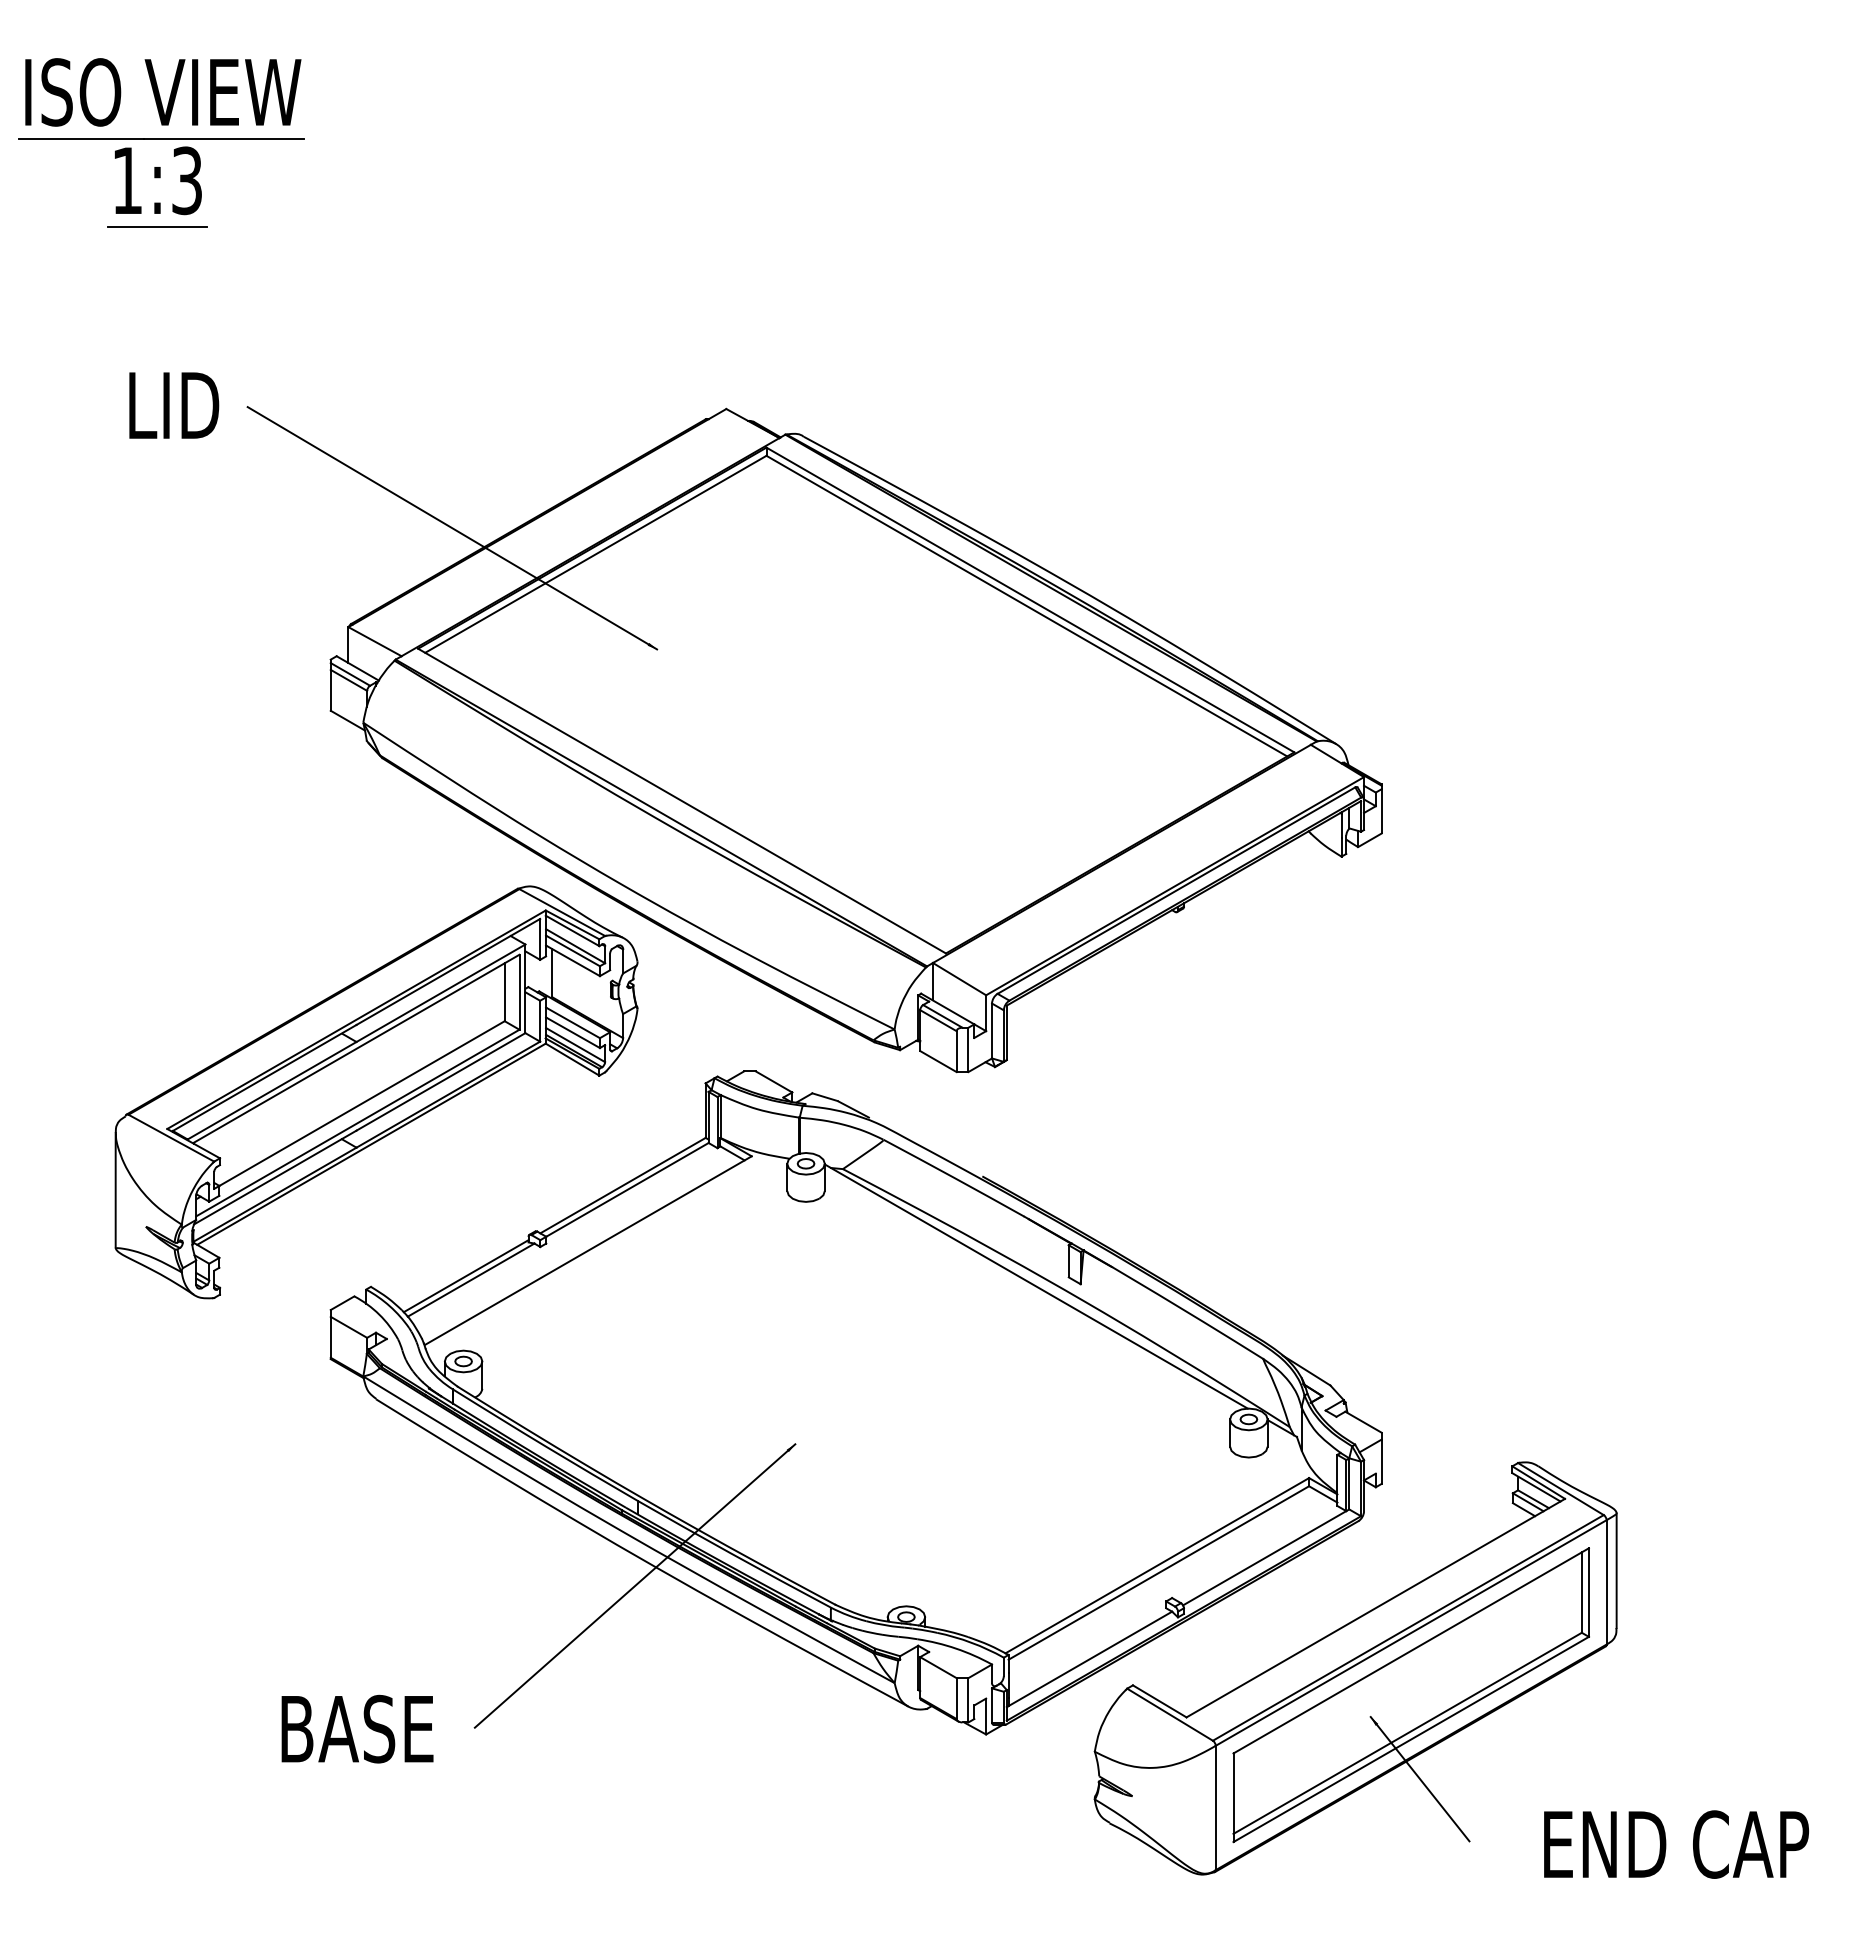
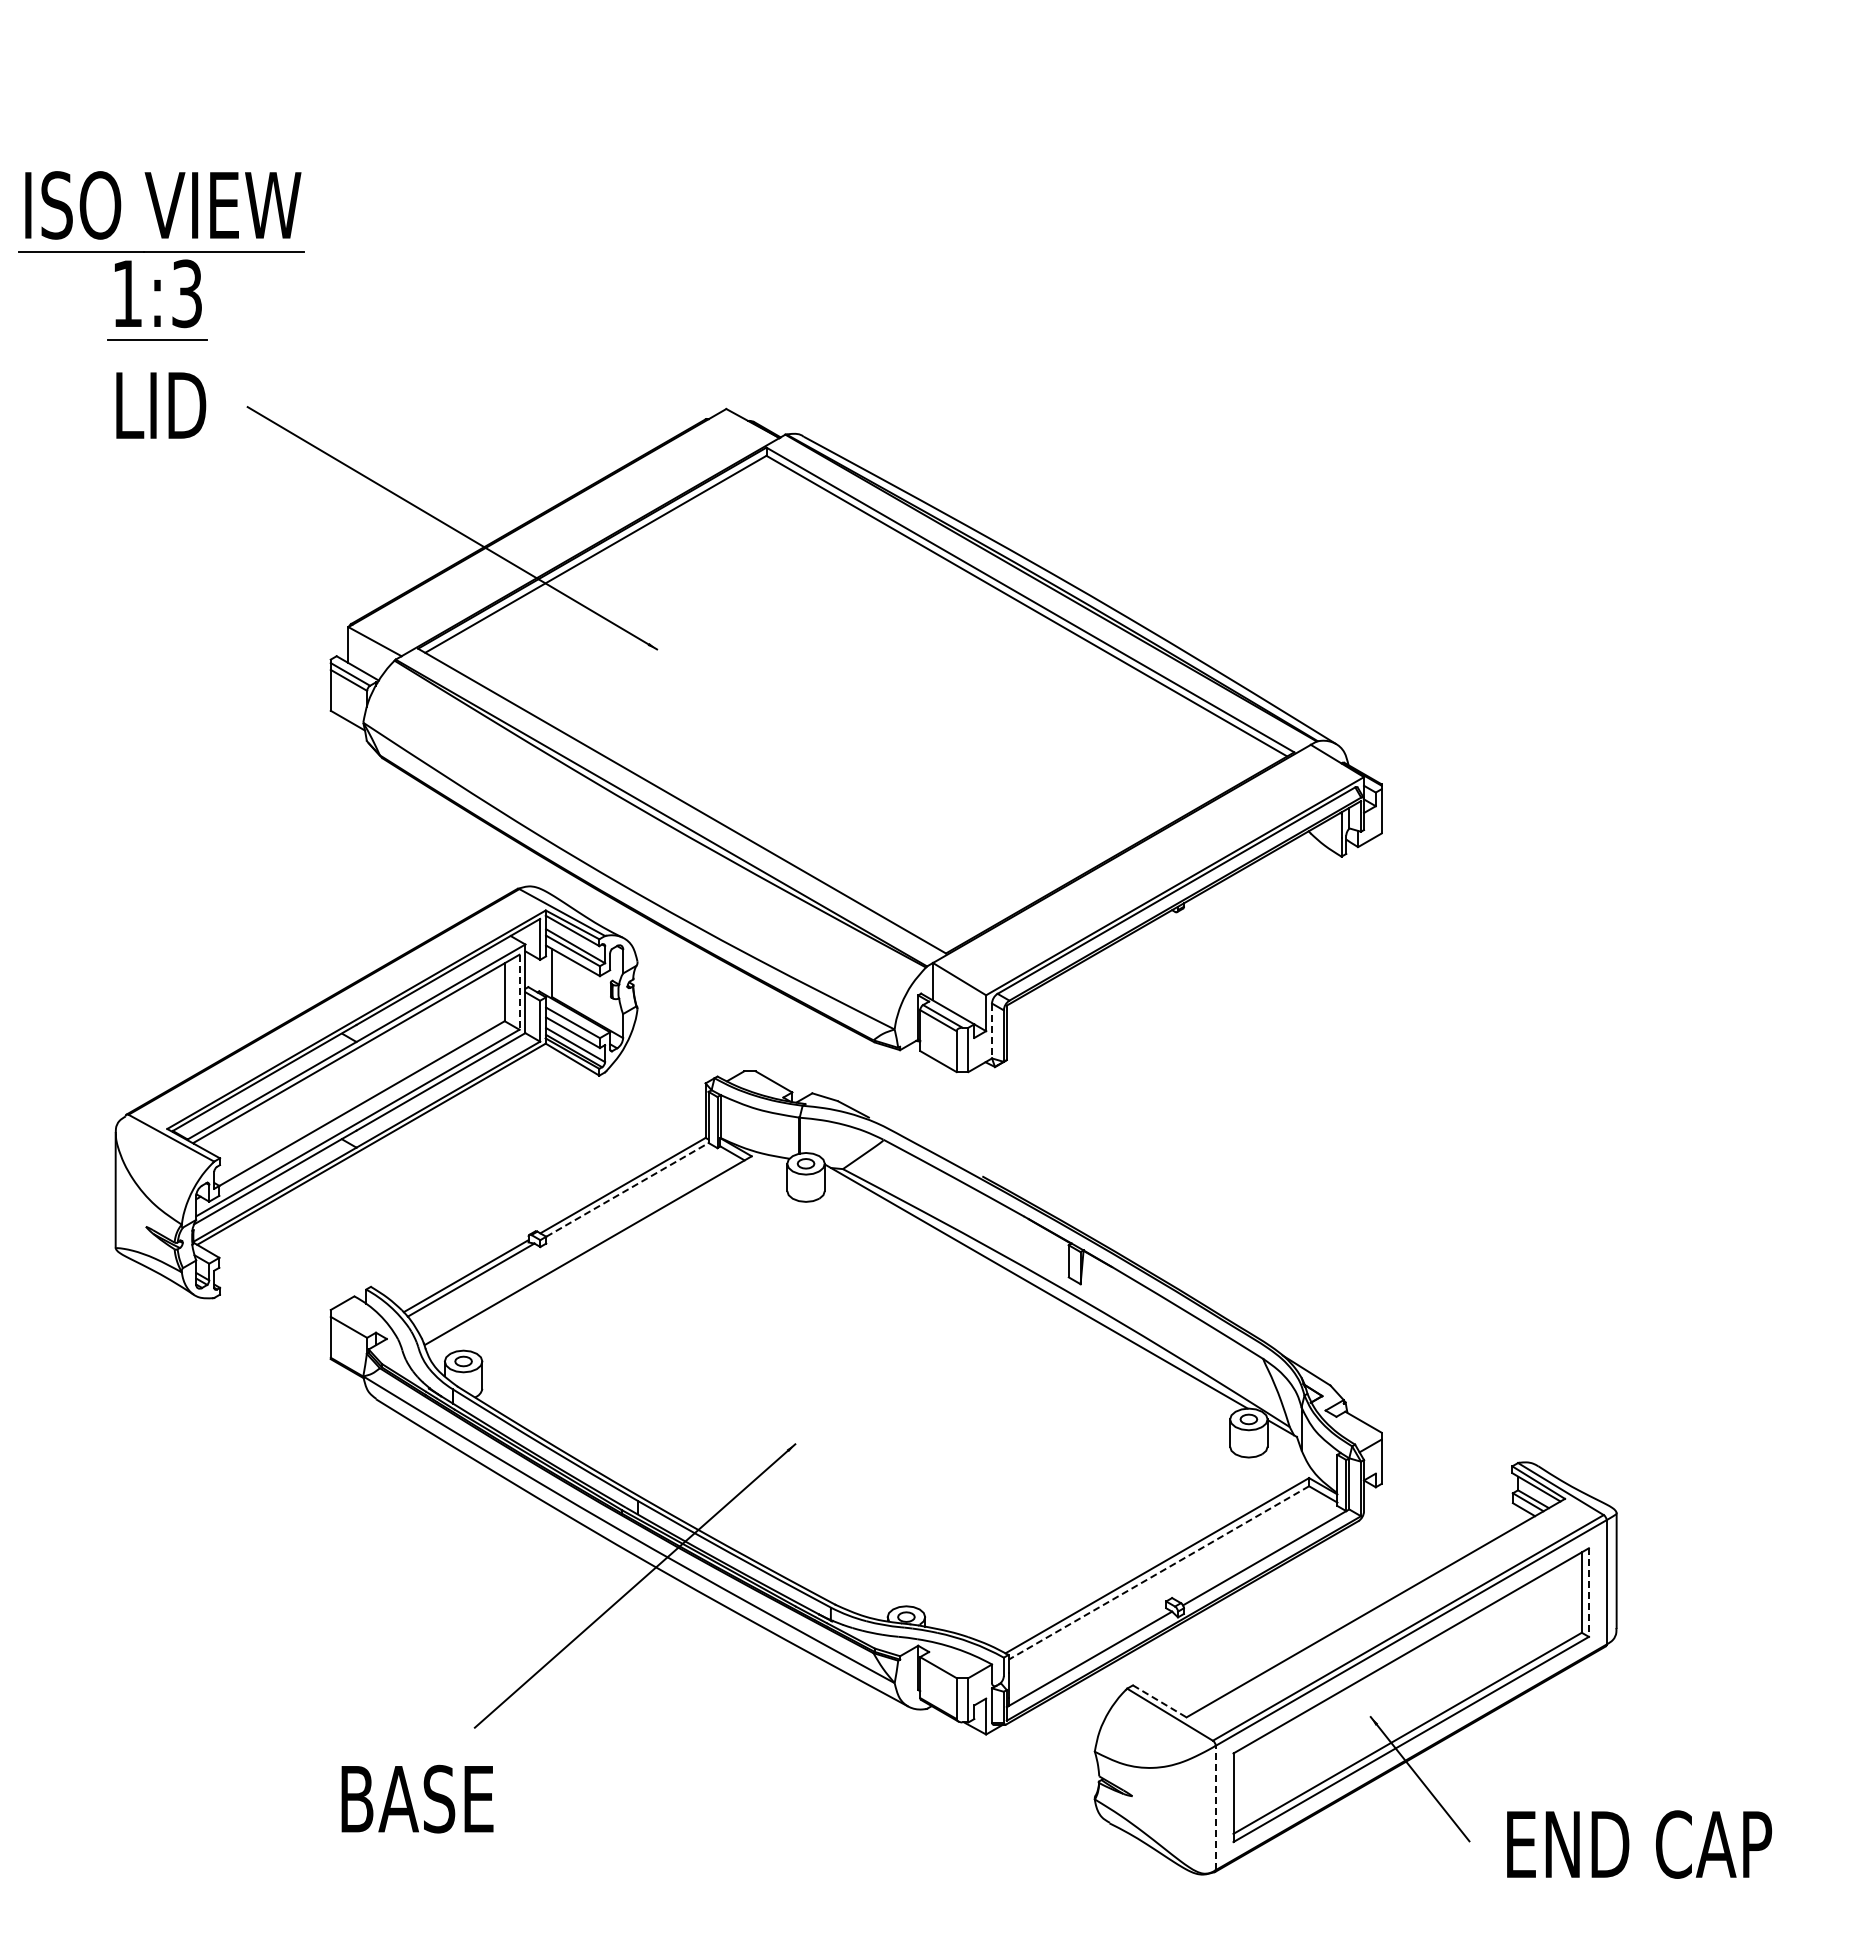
part at (161, 142) position: (161, 142) -> (161, 255)
text at (174, 405) position: (174, 405) -> (161, 405)
line at (519, 992): solid -> dashed
line at (992, 1031): solid -> dashed
line at (627, 1189): solid -> dashed
line at (1158, 1573): solid -> dashed
line at (1588, 1593): solid -> dashed
line at (1160, 1701): solid -> dashed
text at (357, 1728) position: (357, 1728) -> (417, 1798)
line at (1215, 1807): solid -> dashed
text at (1676, 1844) position: (1676, 1844) -> (1639, 1844)
